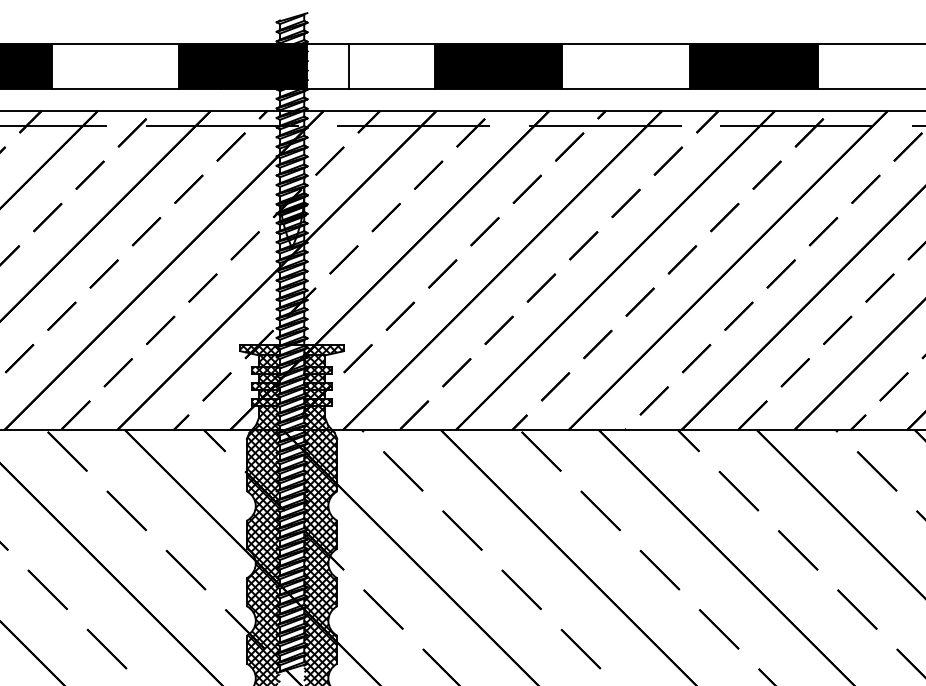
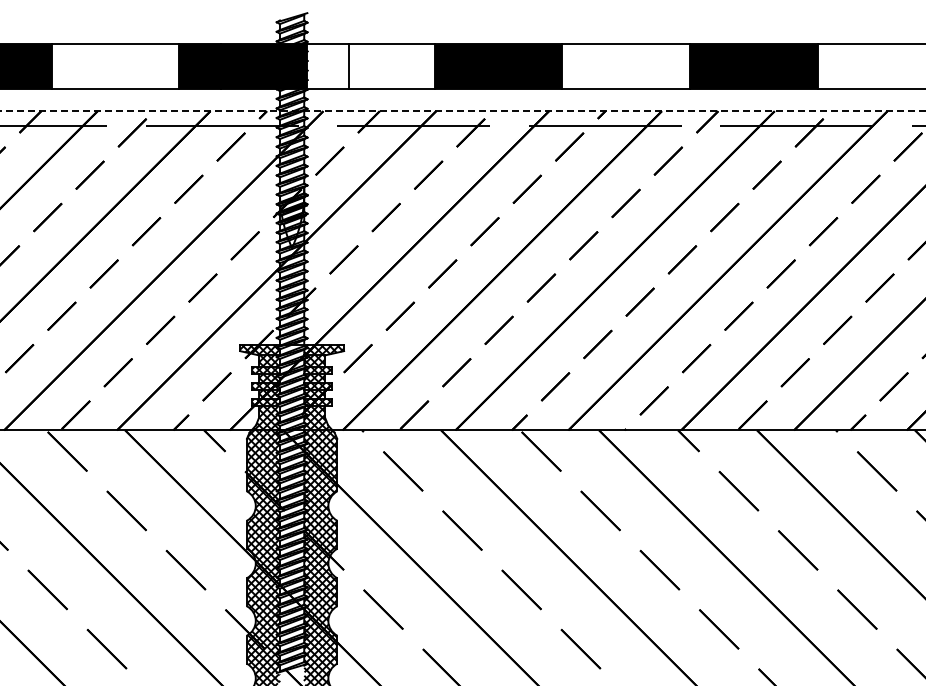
line at (463, 111): solid -> dashed
